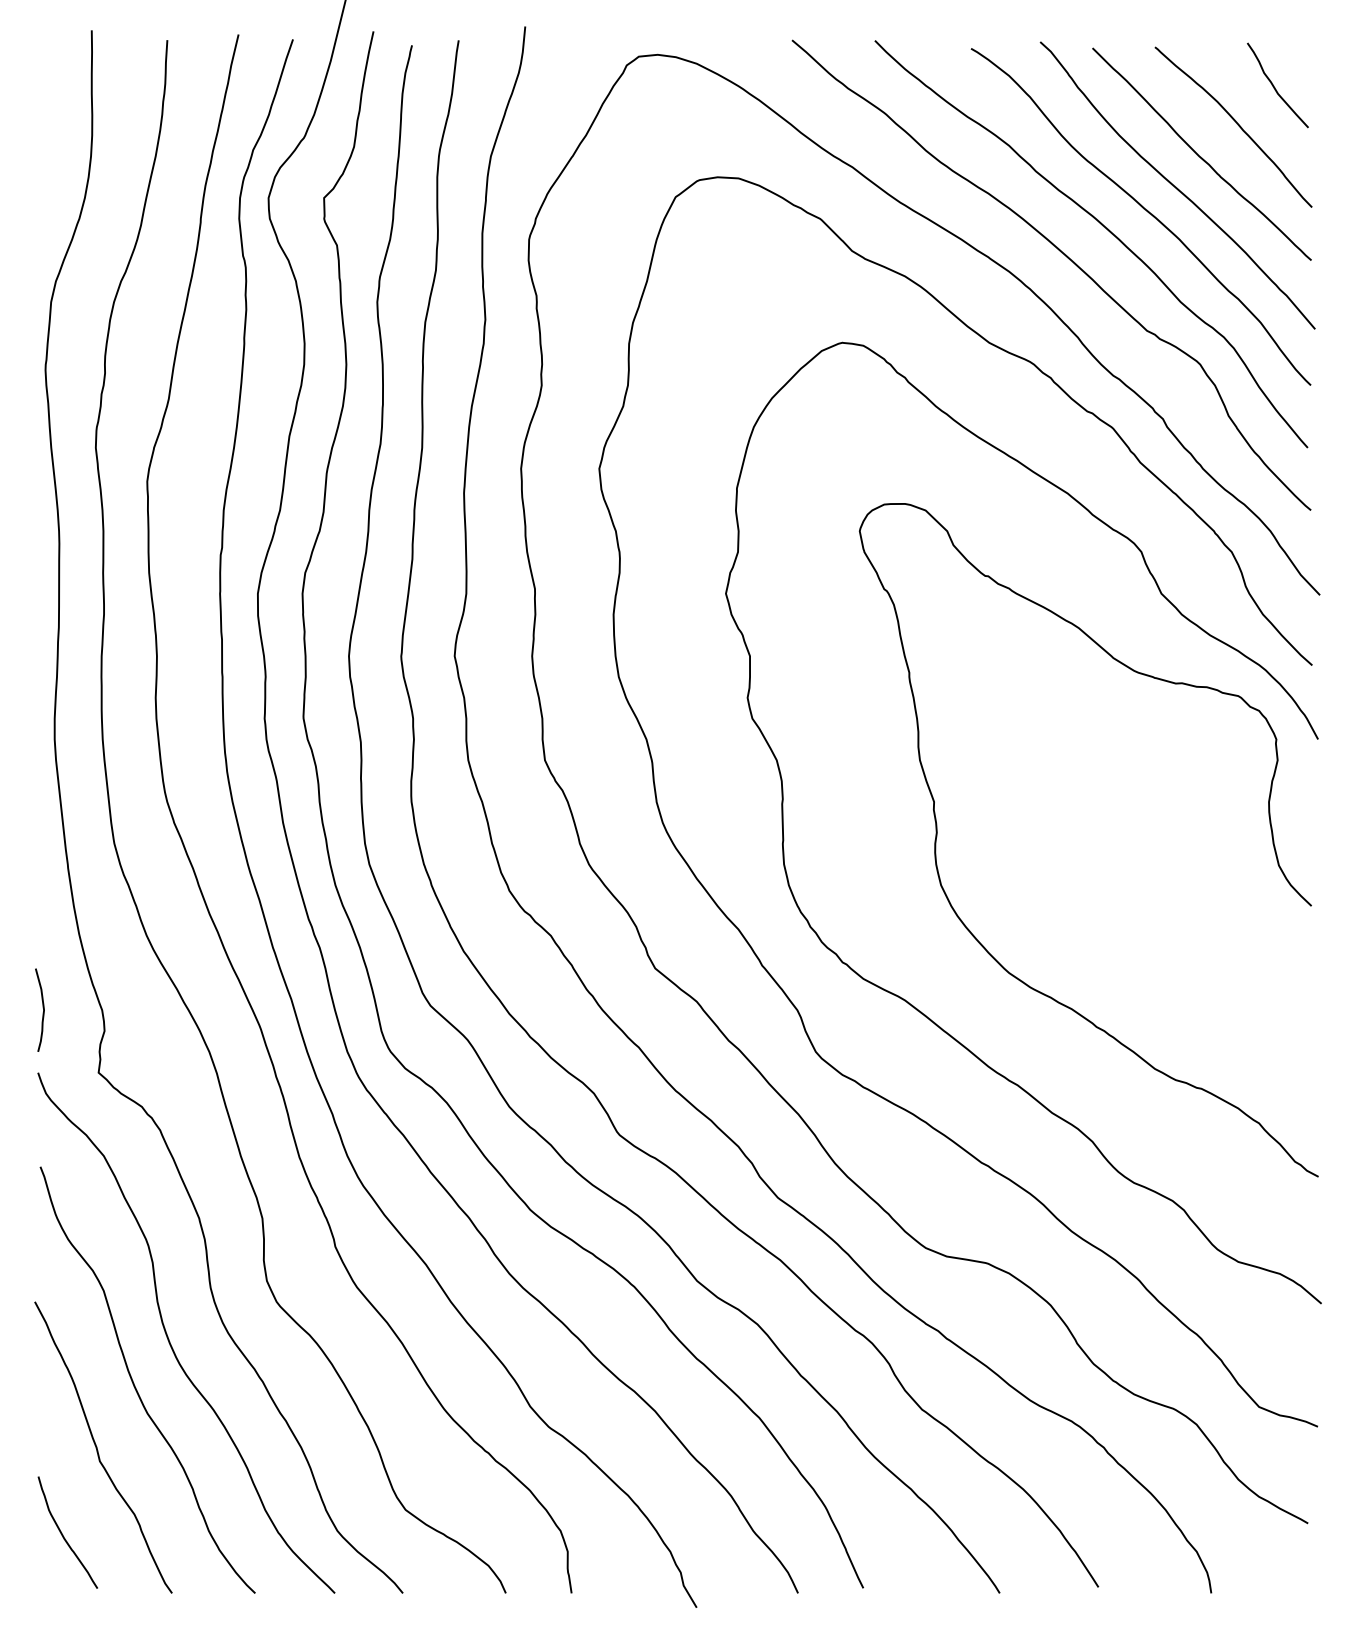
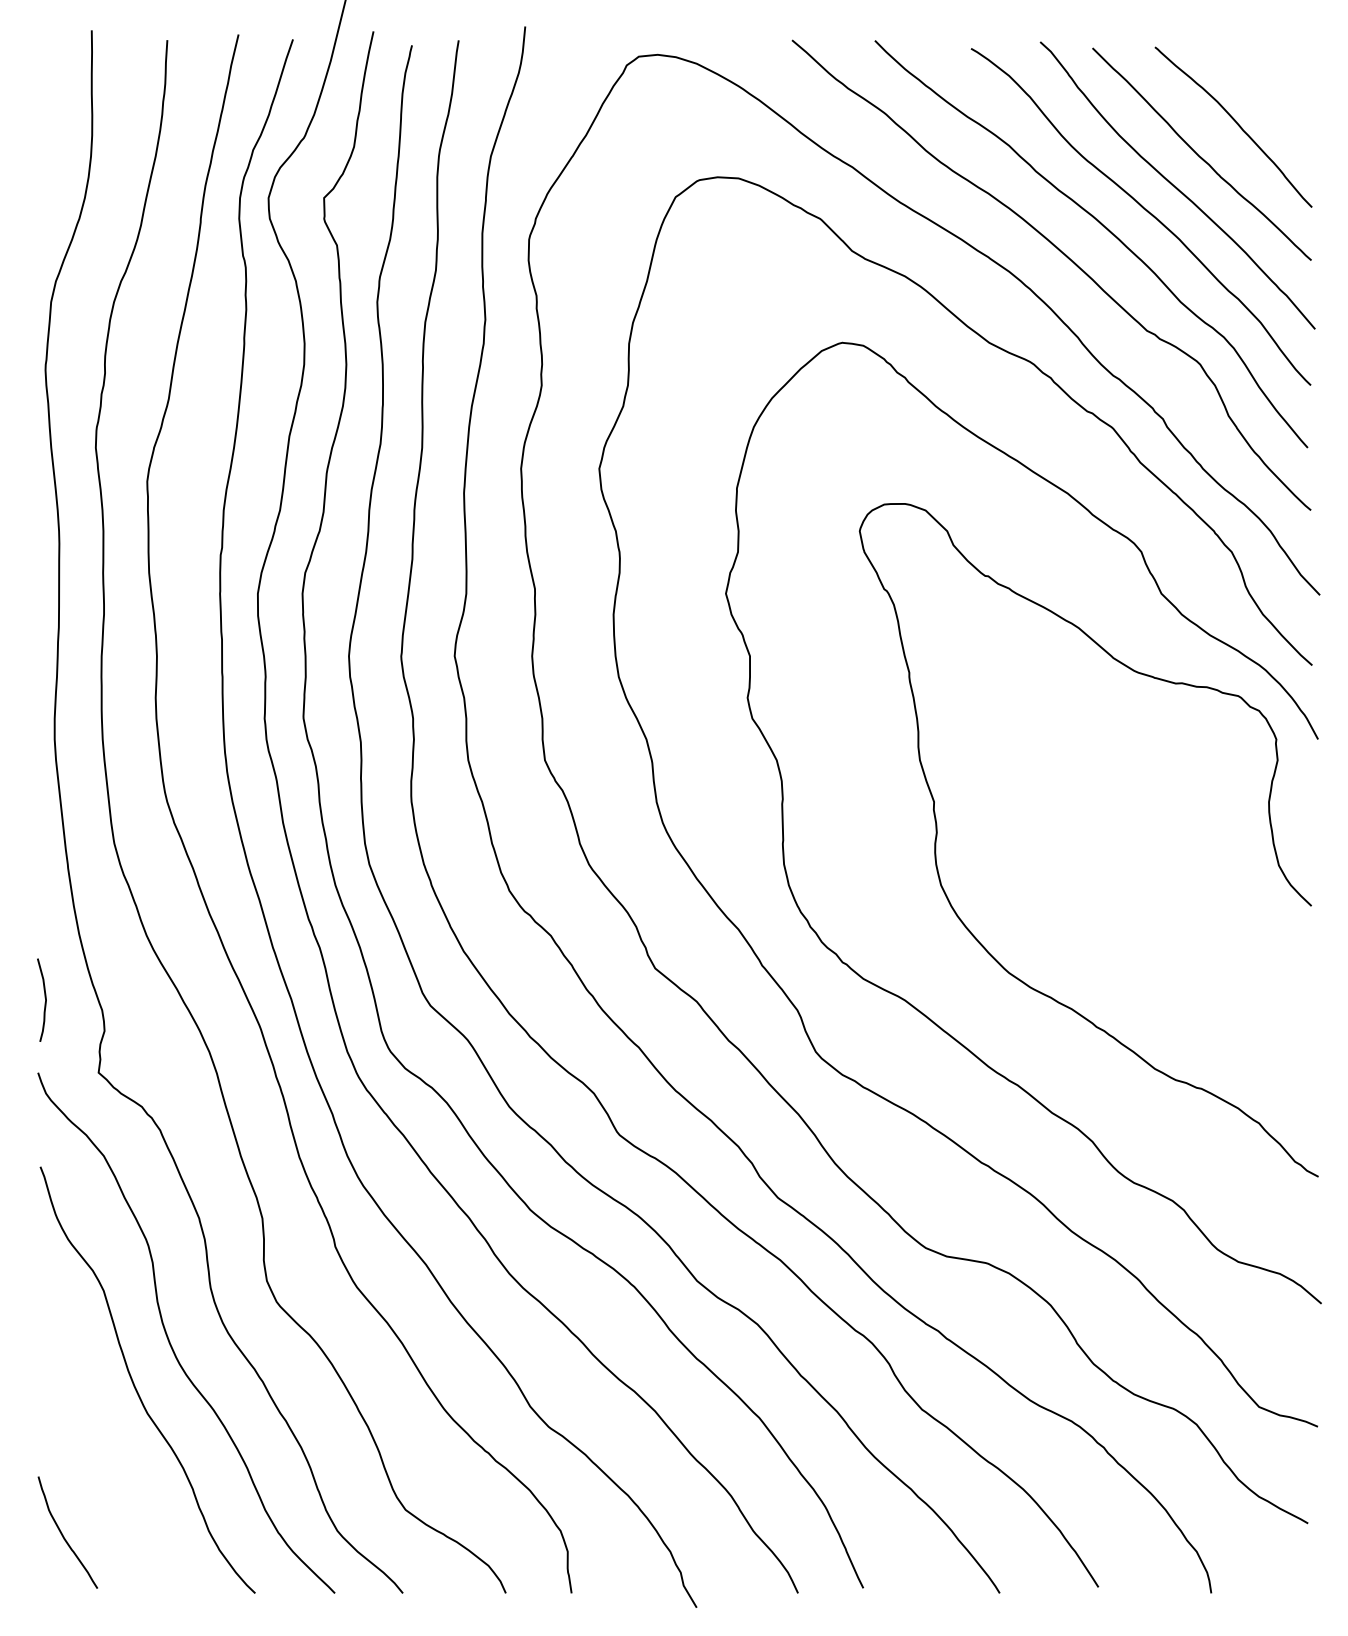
curve at (1275, 87): present -> none
curve at (42, 1007) position: (42, 1007) -> (44, 997)
curve at (98, 1450): present -> none
